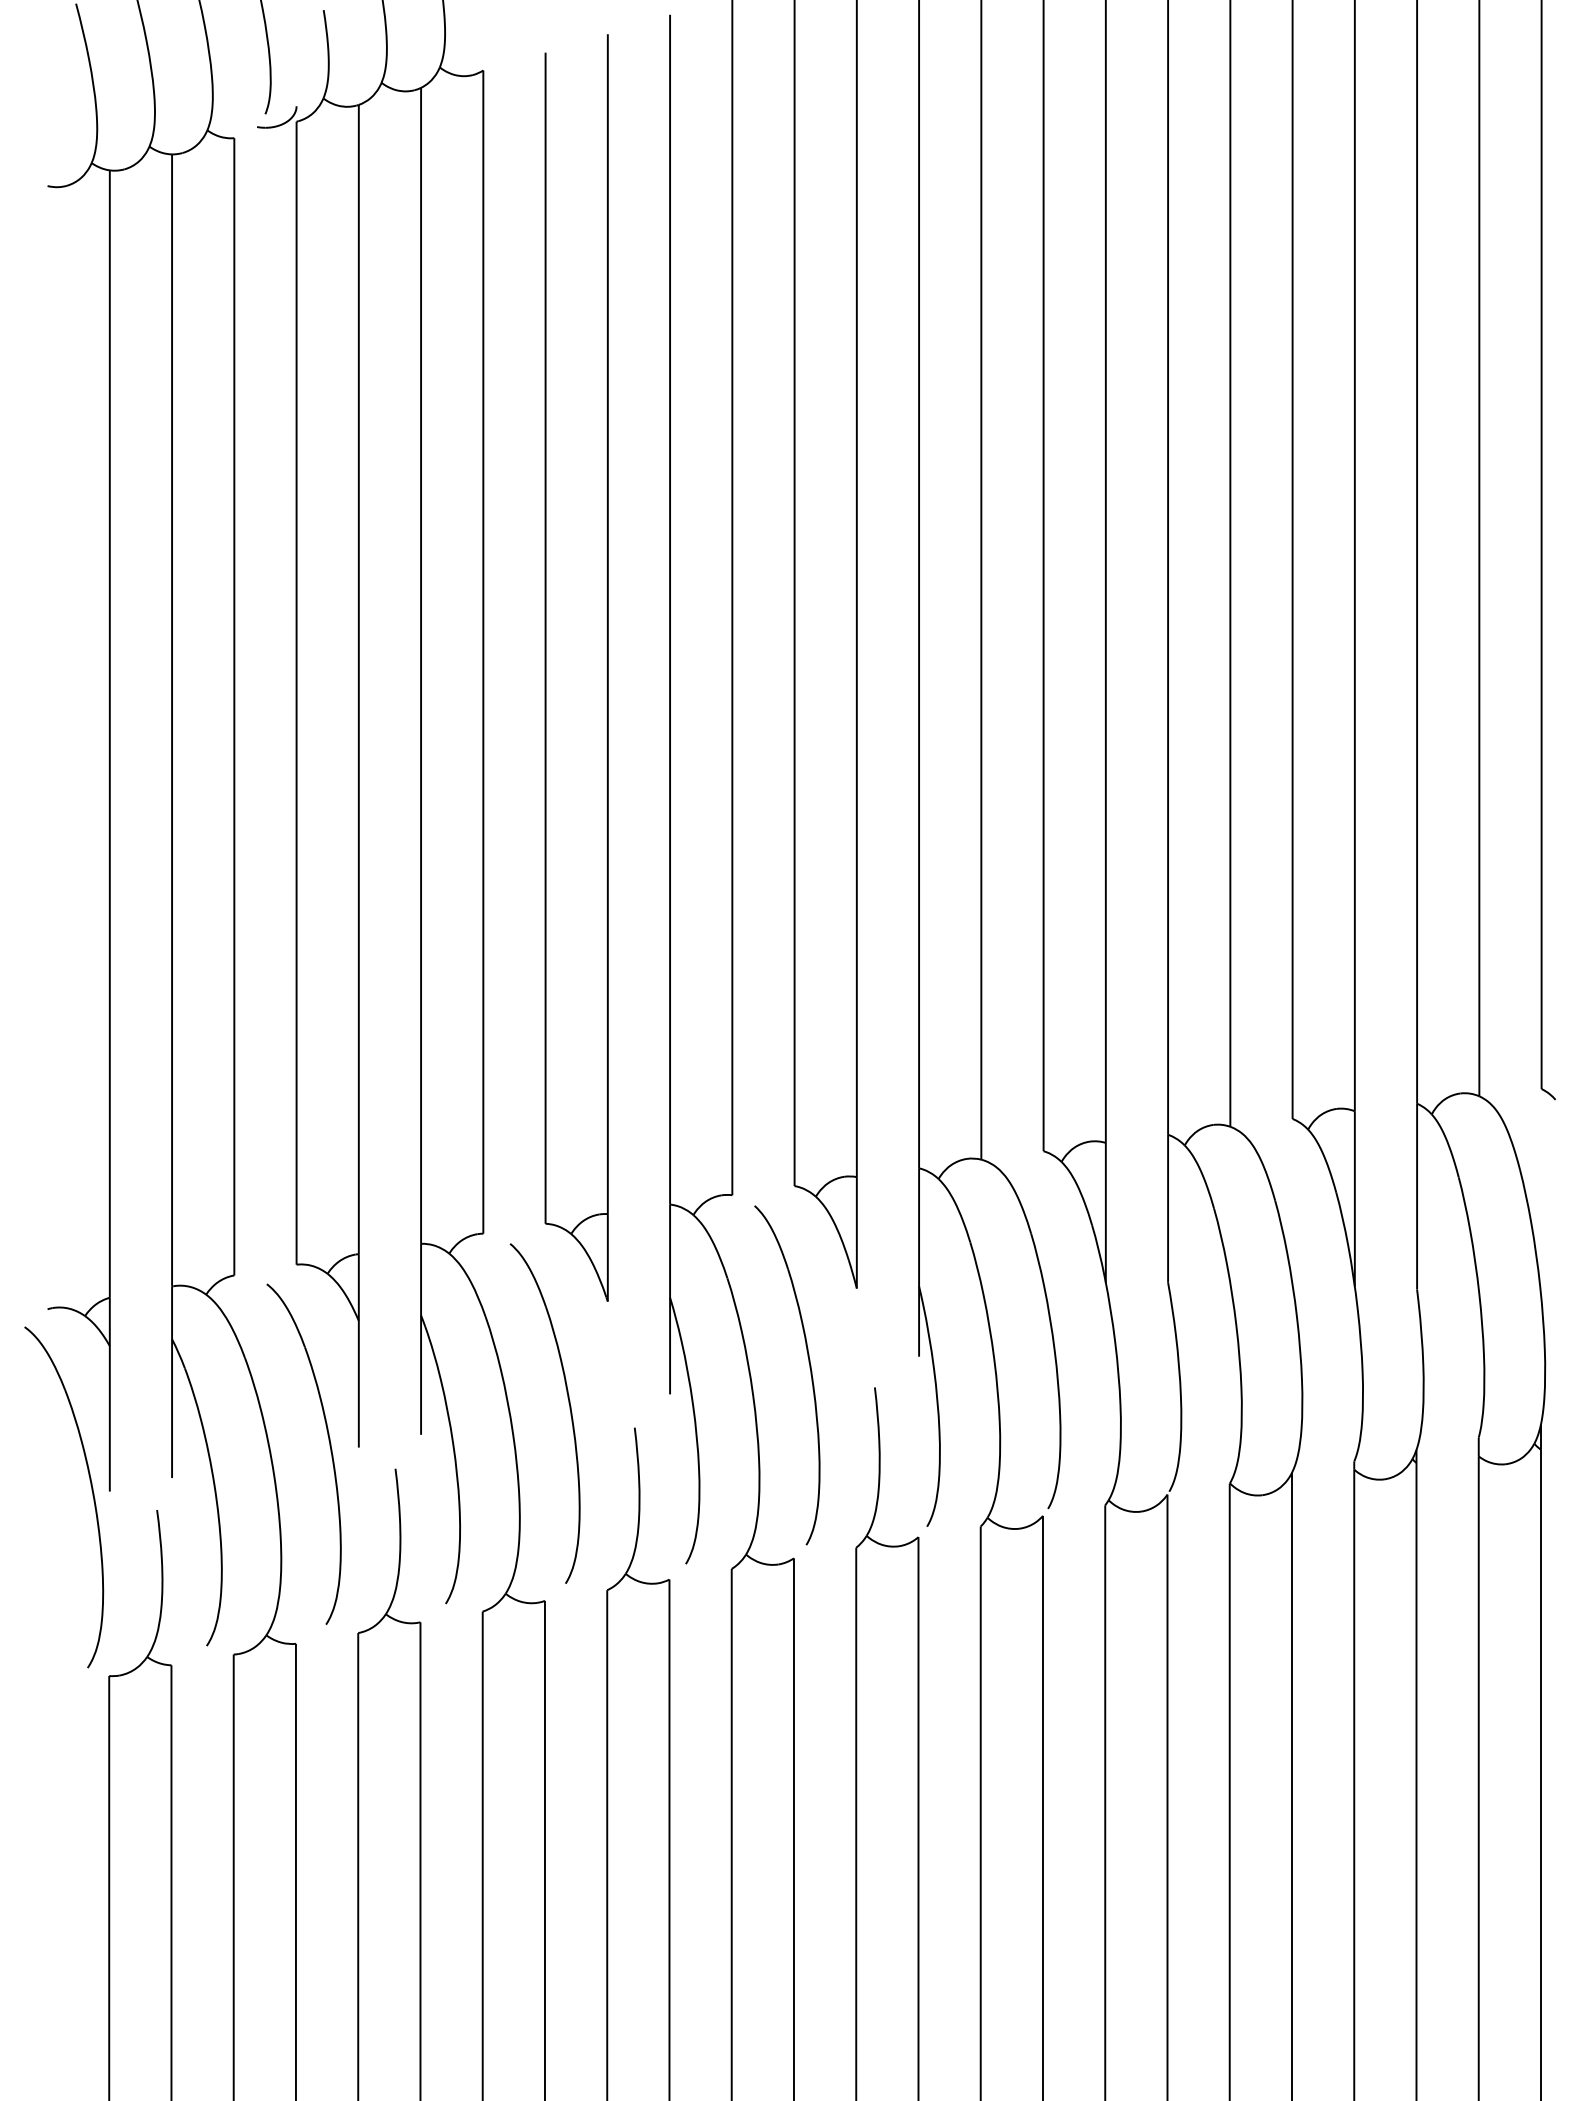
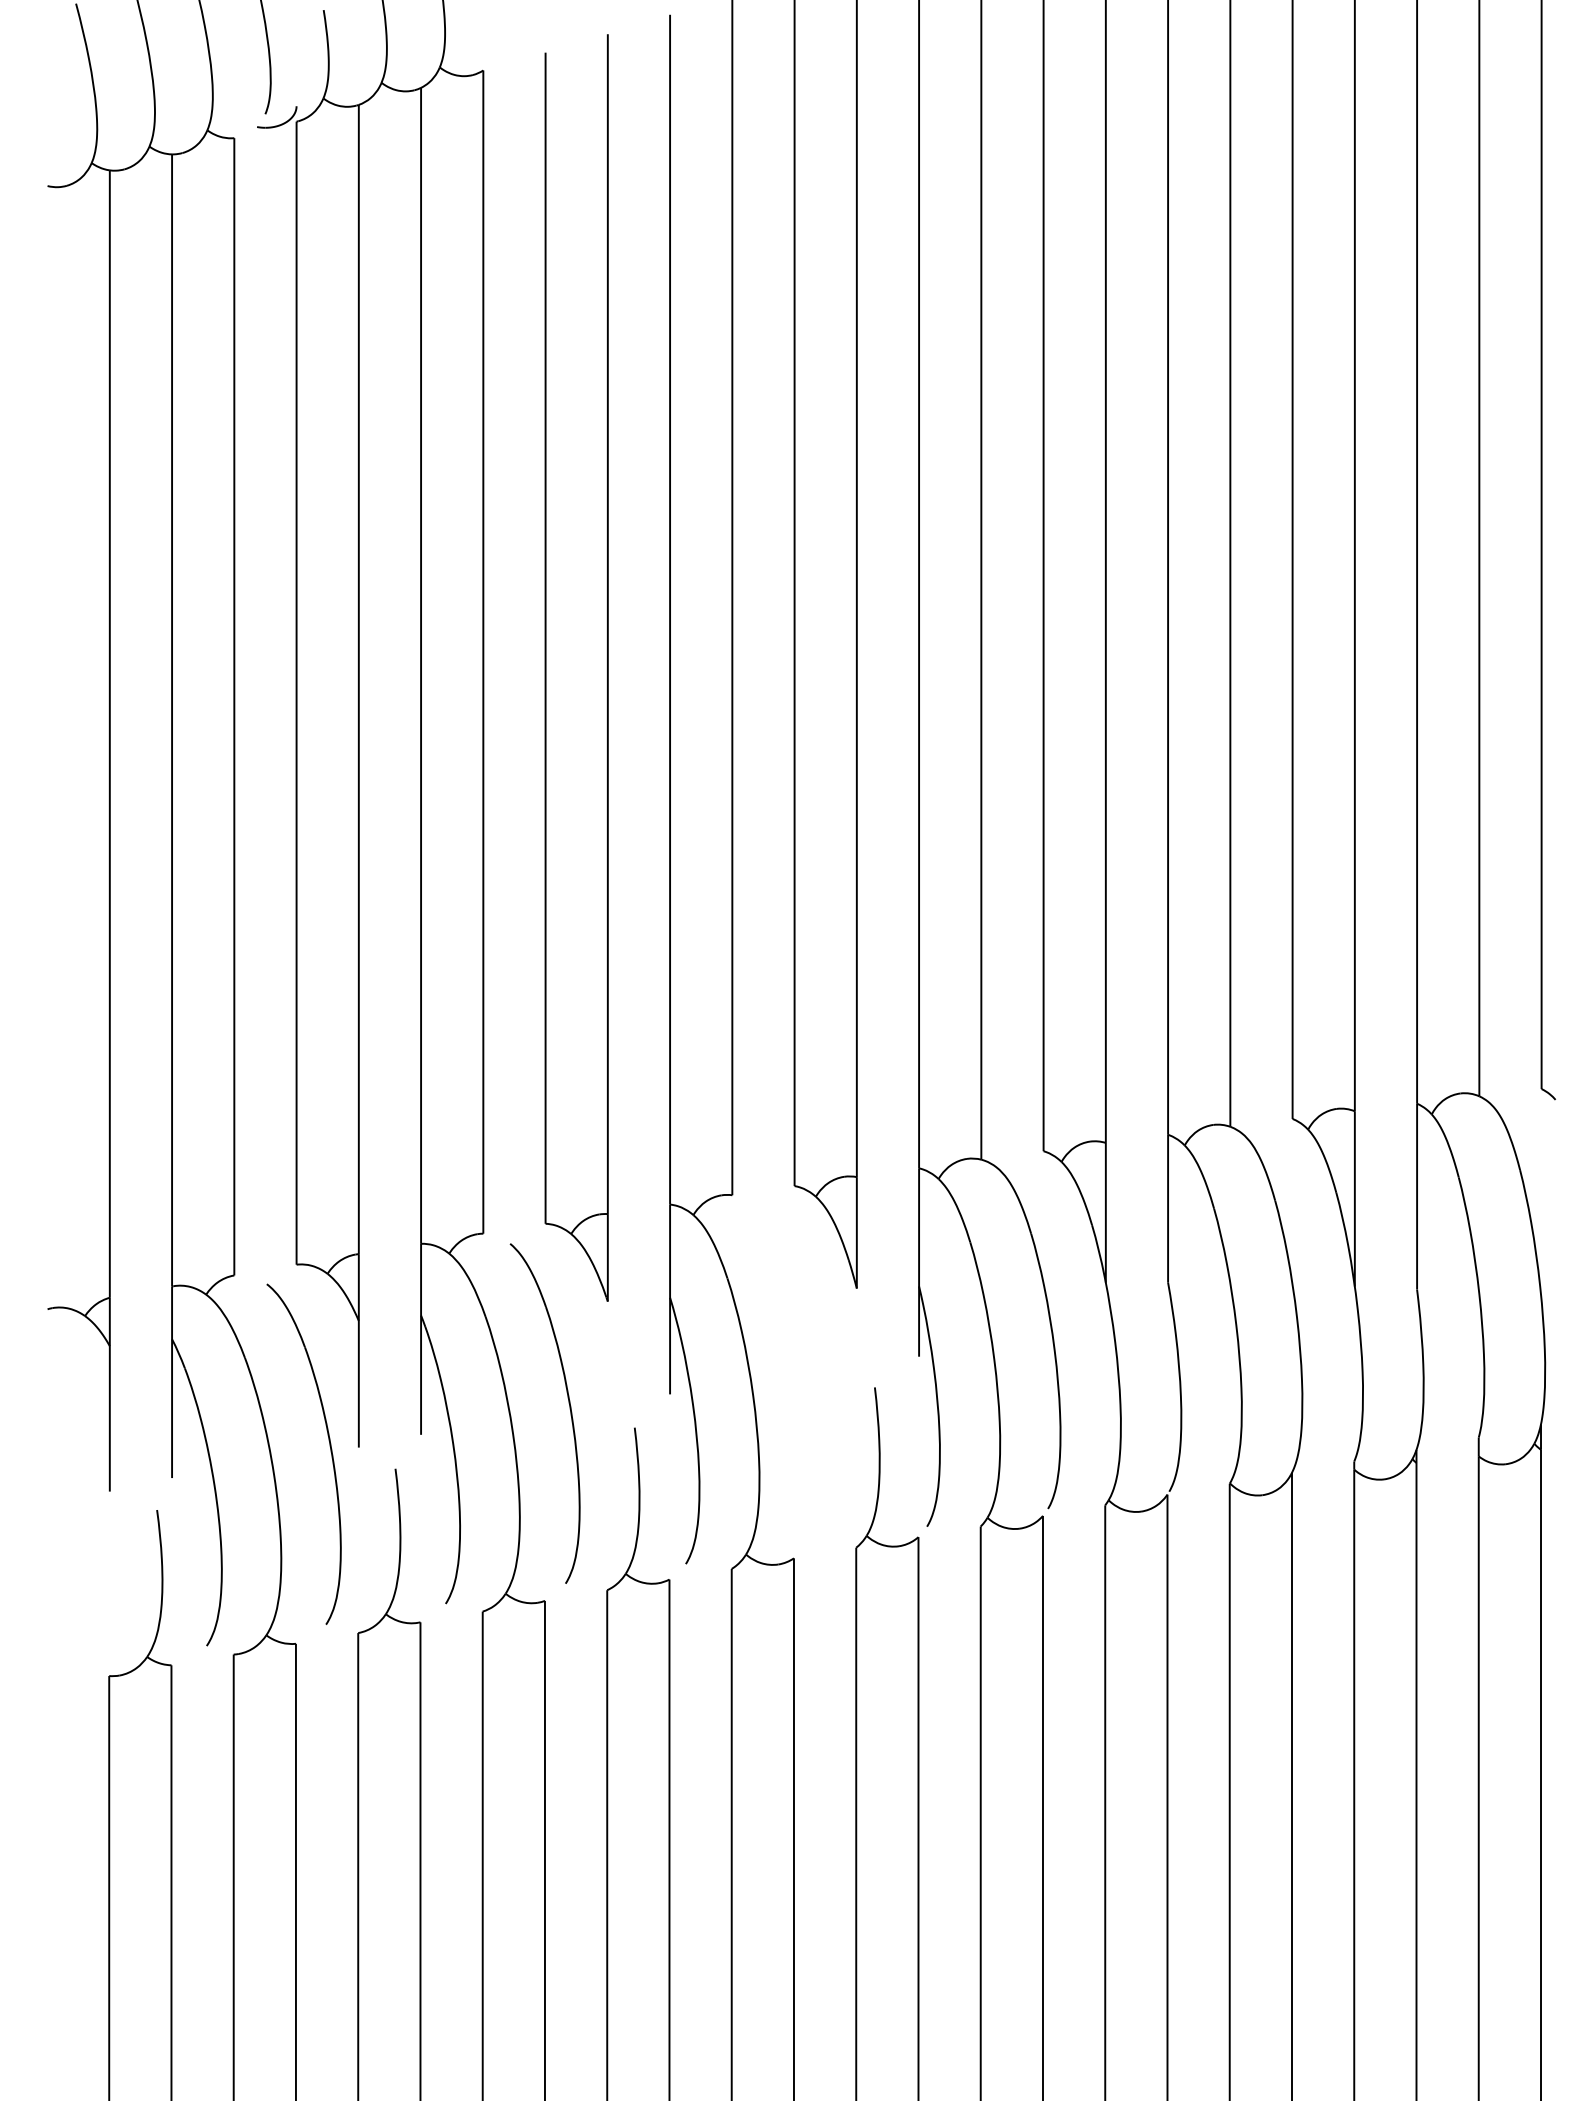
part at (810, 1374): present -> none
part at (91, 1490): present -> none
